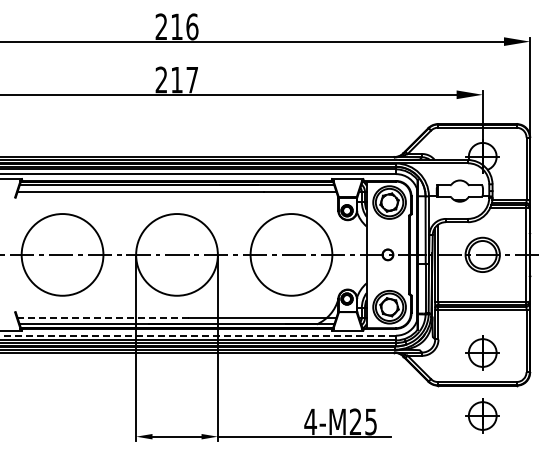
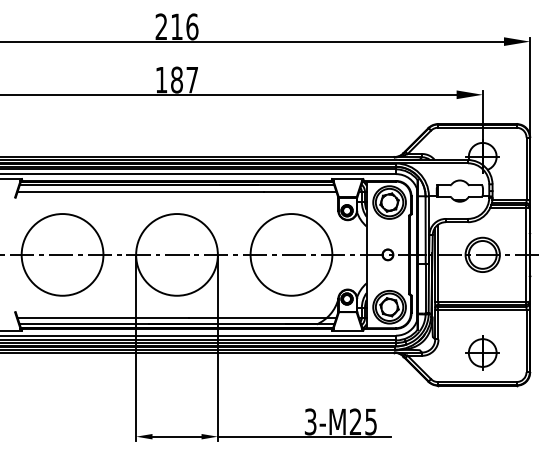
text at (168, 79): 217 -> 187
line at (103, 317): dashed -> solid
line at (198, 335): dashed -> solid
part at (482, 415): present -> none
text at (310, 421): 4-M25 -> 3-M25
